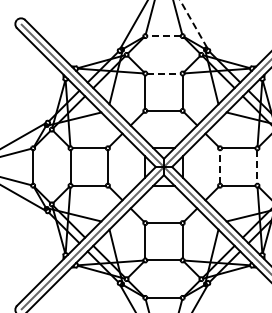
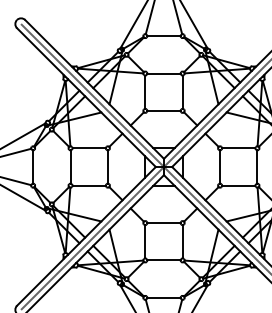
line at (193, 23): dashed -> solid
line at (163, 36): dashed -> solid
line at (163, 73): dashed -> solid
line at (220, 166): dashed -> solid
line at (257, 166): dashed -> solid
